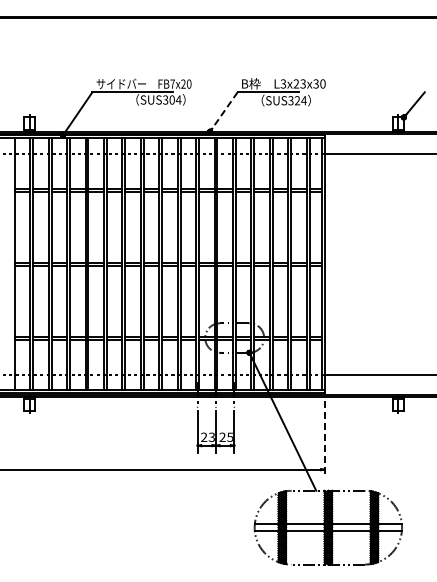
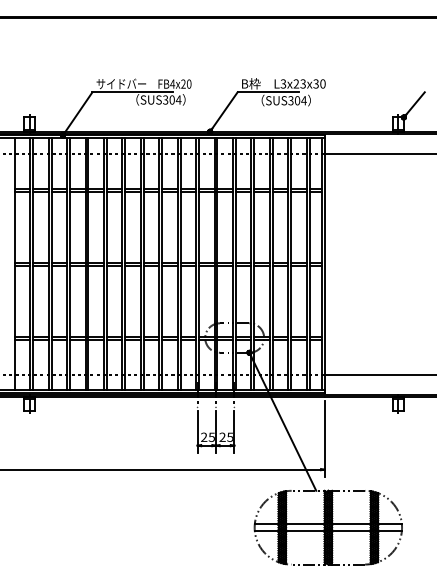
text at (172, 83): FB7x20 -> FB4x20
text at (297, 100): SUS324 -> SUS304
line at (224, 111): dashed -> solid
text at (211, 436): 23 -> 25
line at (324, 439): dashed -> solid
